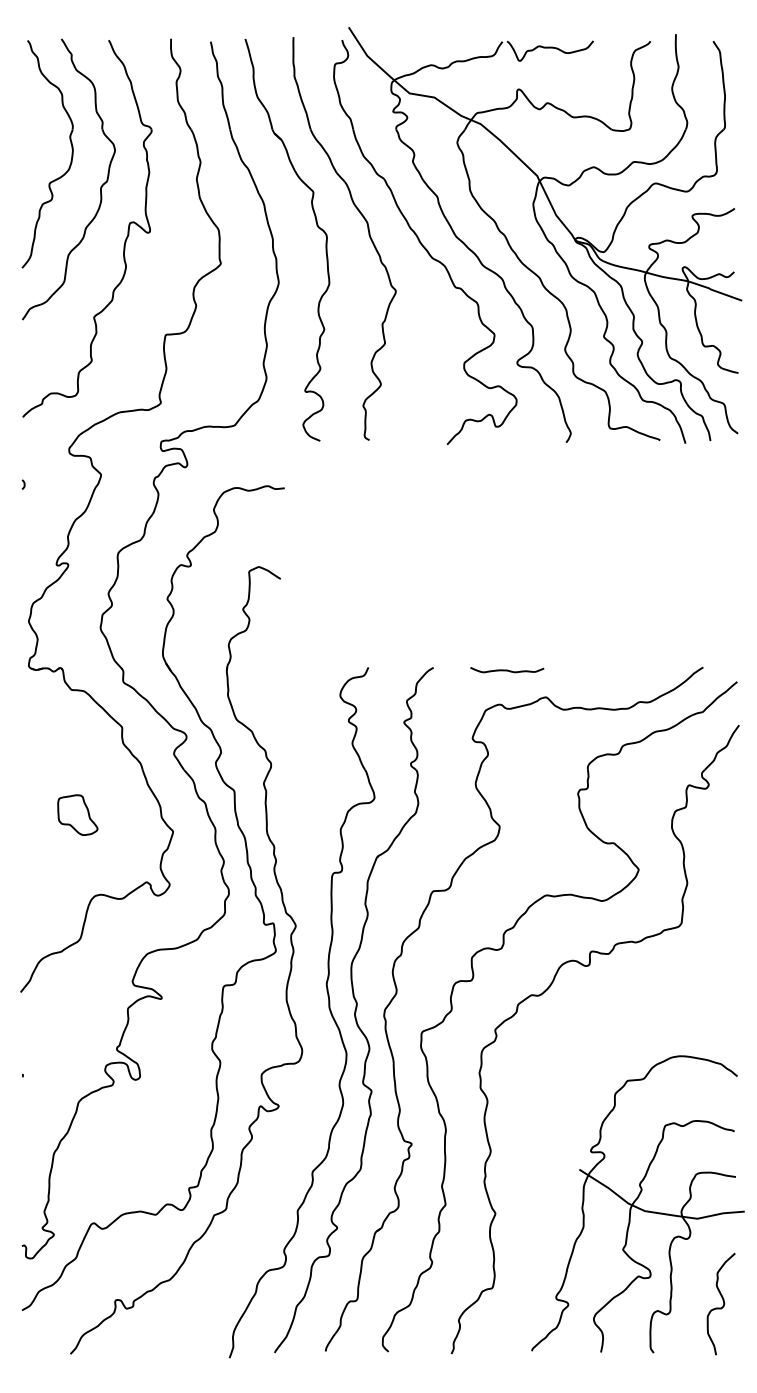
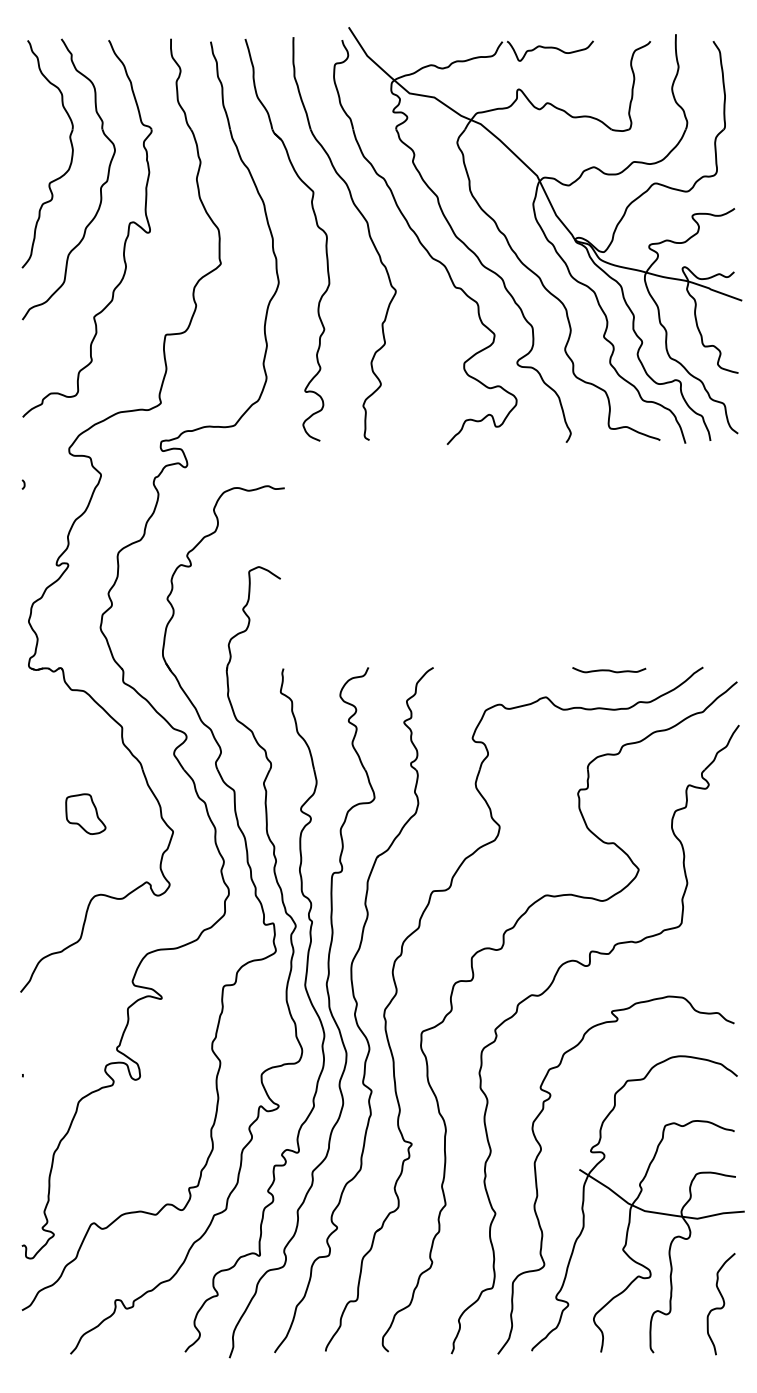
curve at (507, 670) position: (507, 670) -> (609, 670)
part at (77, 814) position: (77, 814) -> (85, 813)
part at (305, 991): none -> present
curve at (541, 1151): none -> present
